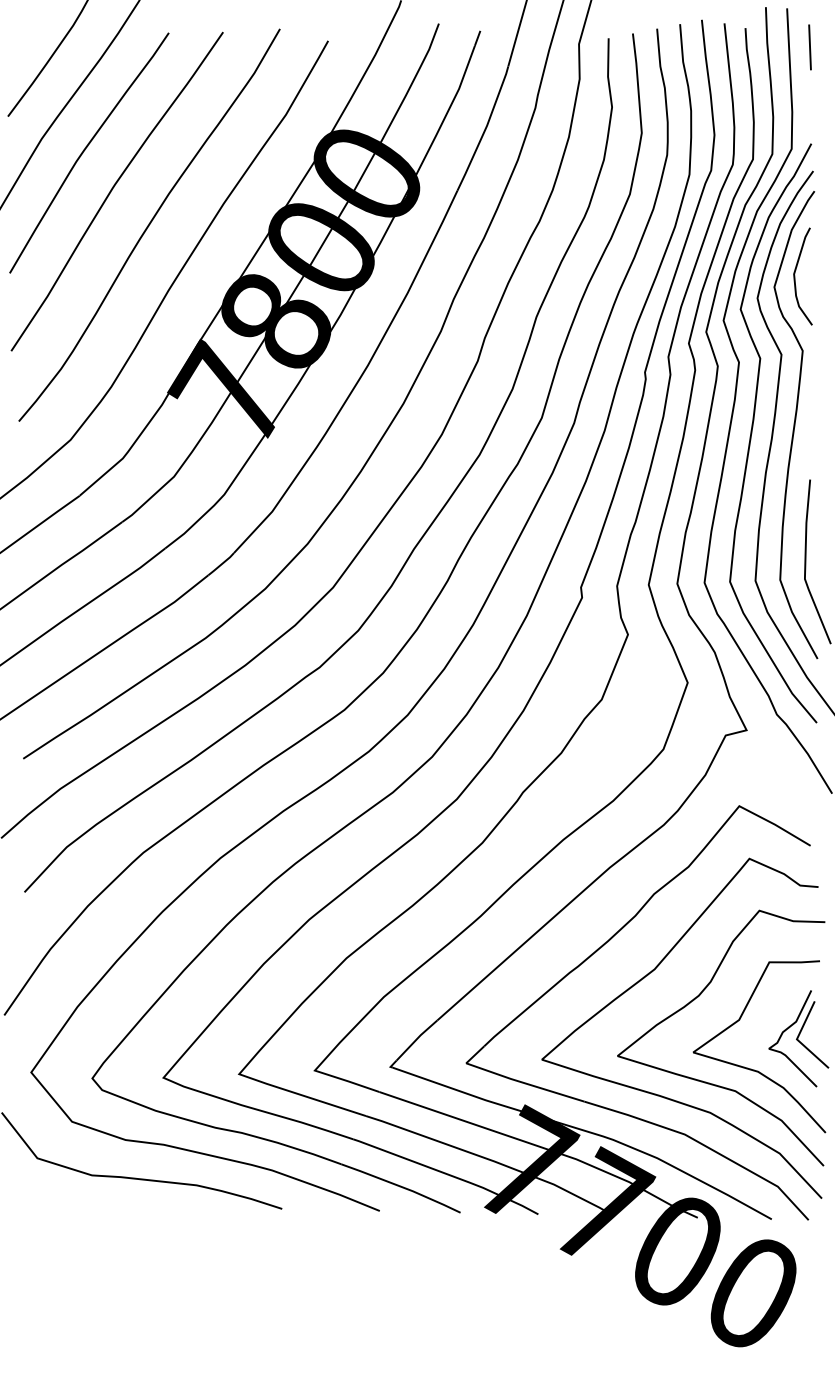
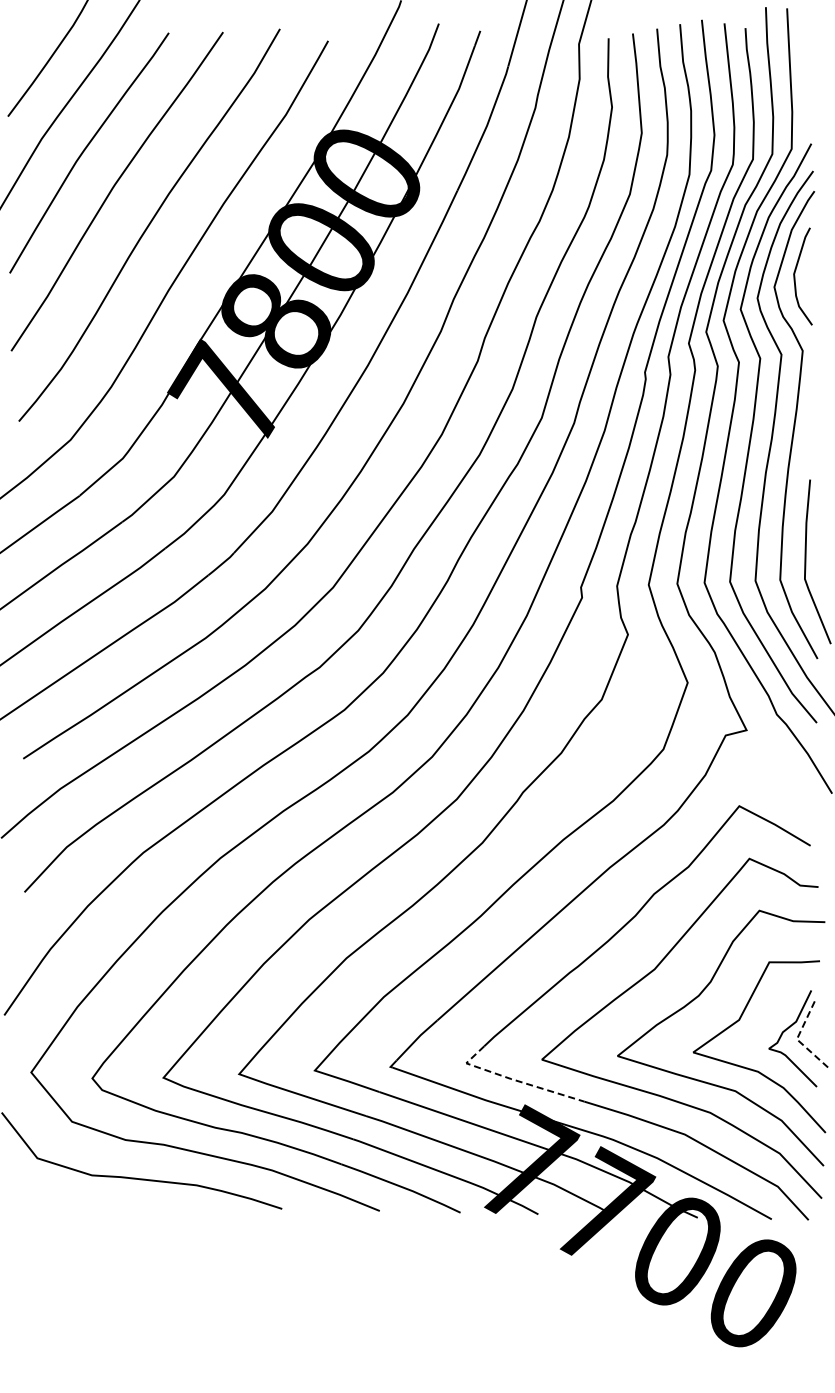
line at (809, 47): present -> none
line at (796, 1039): solid -> dashed
line at (511, 1079): solid -> dashed
